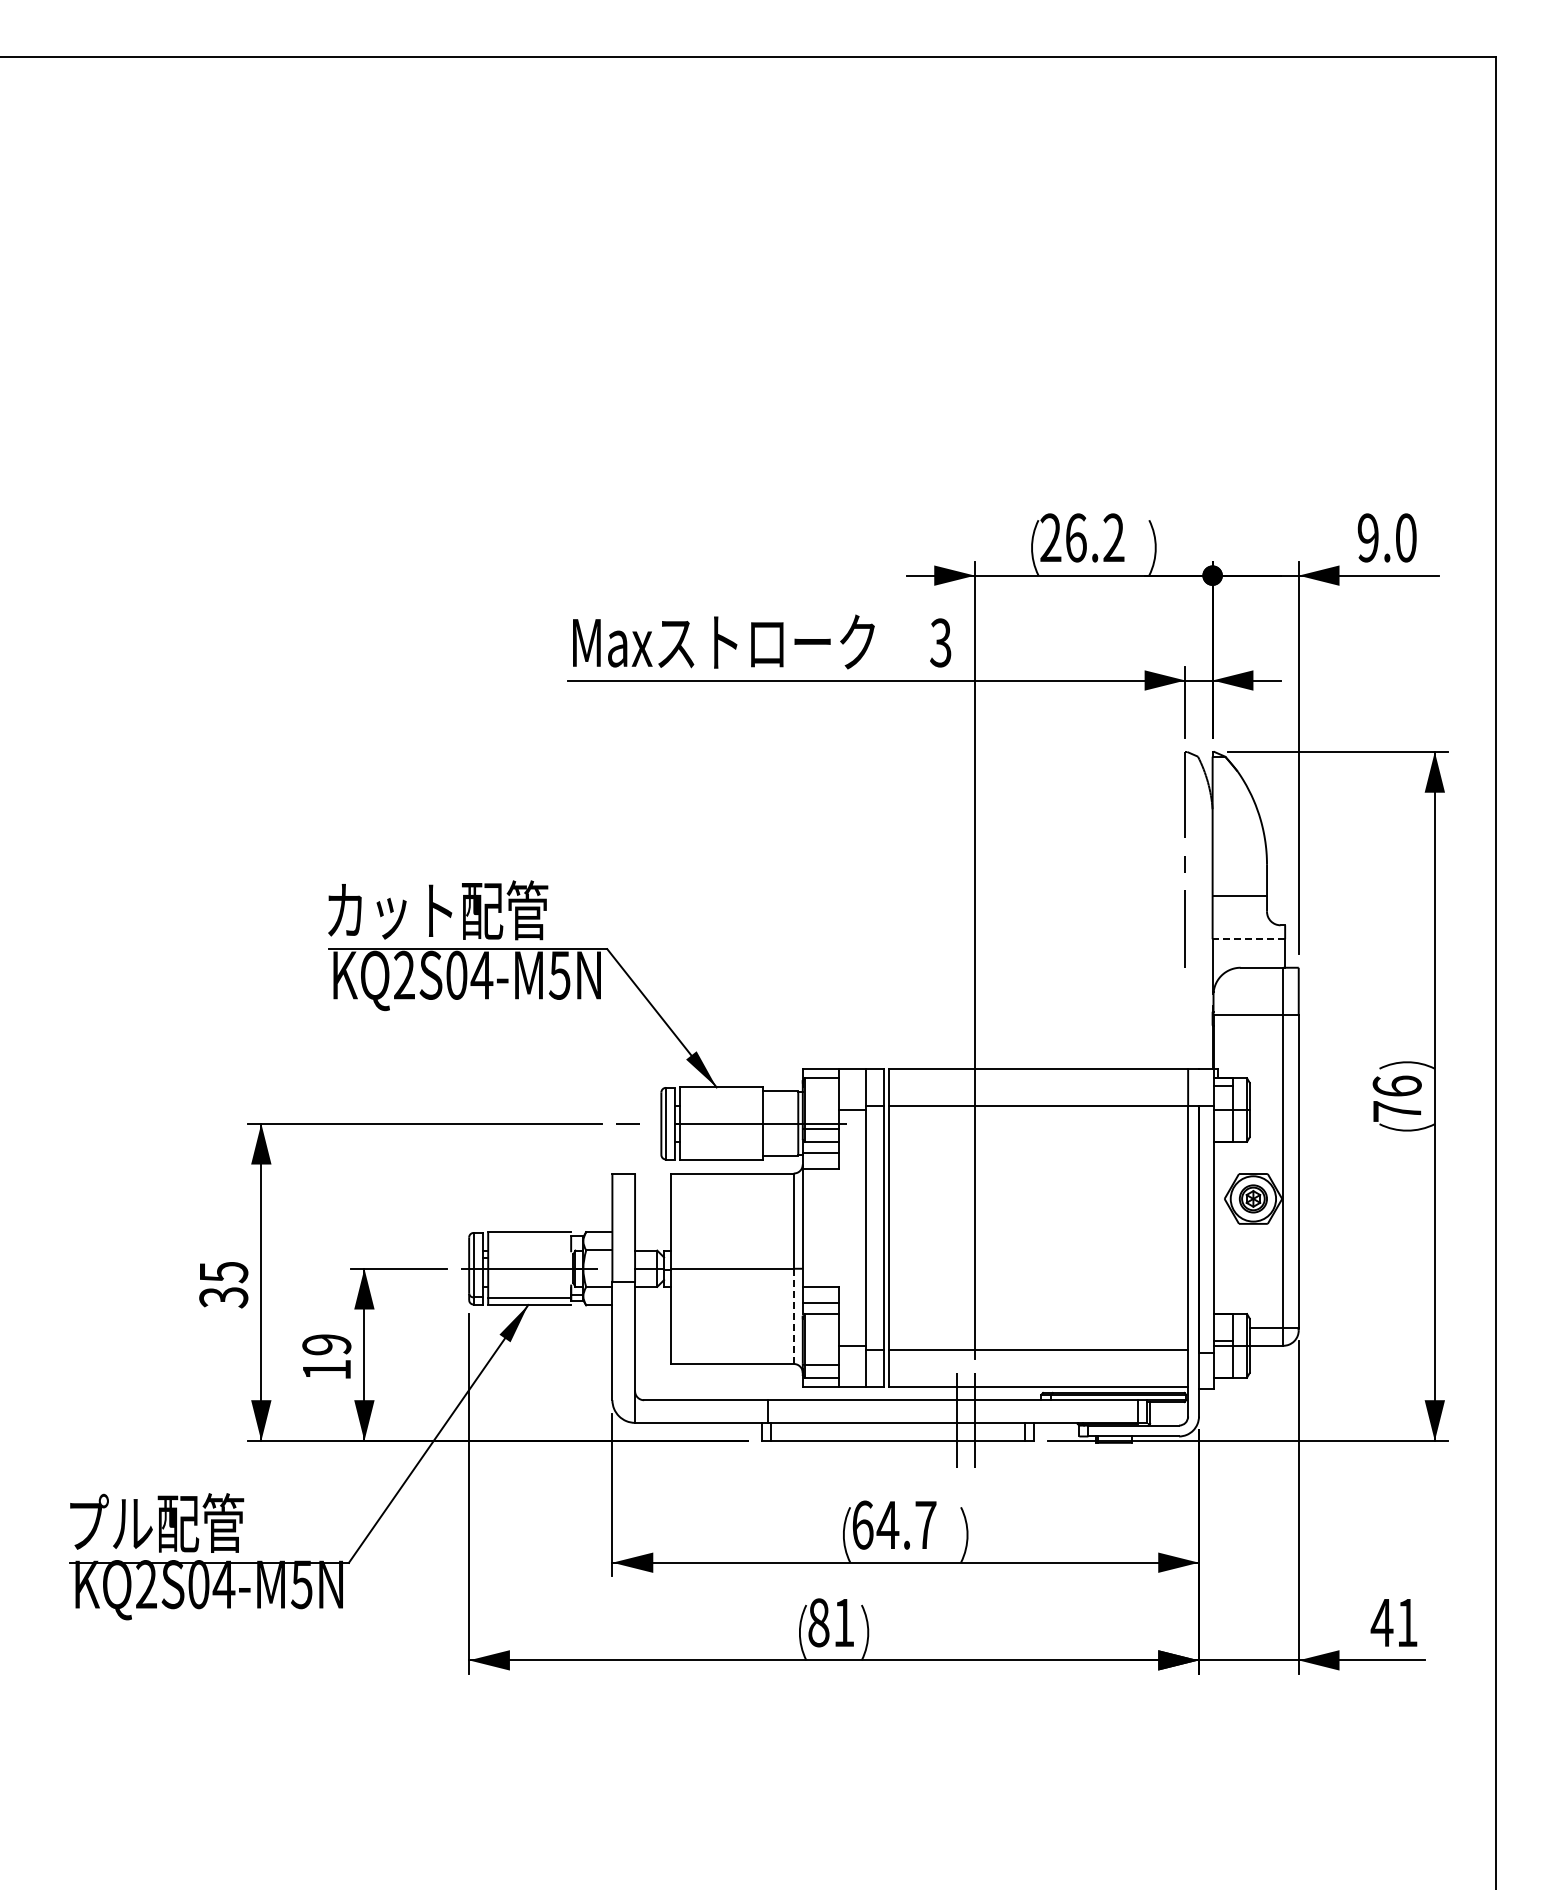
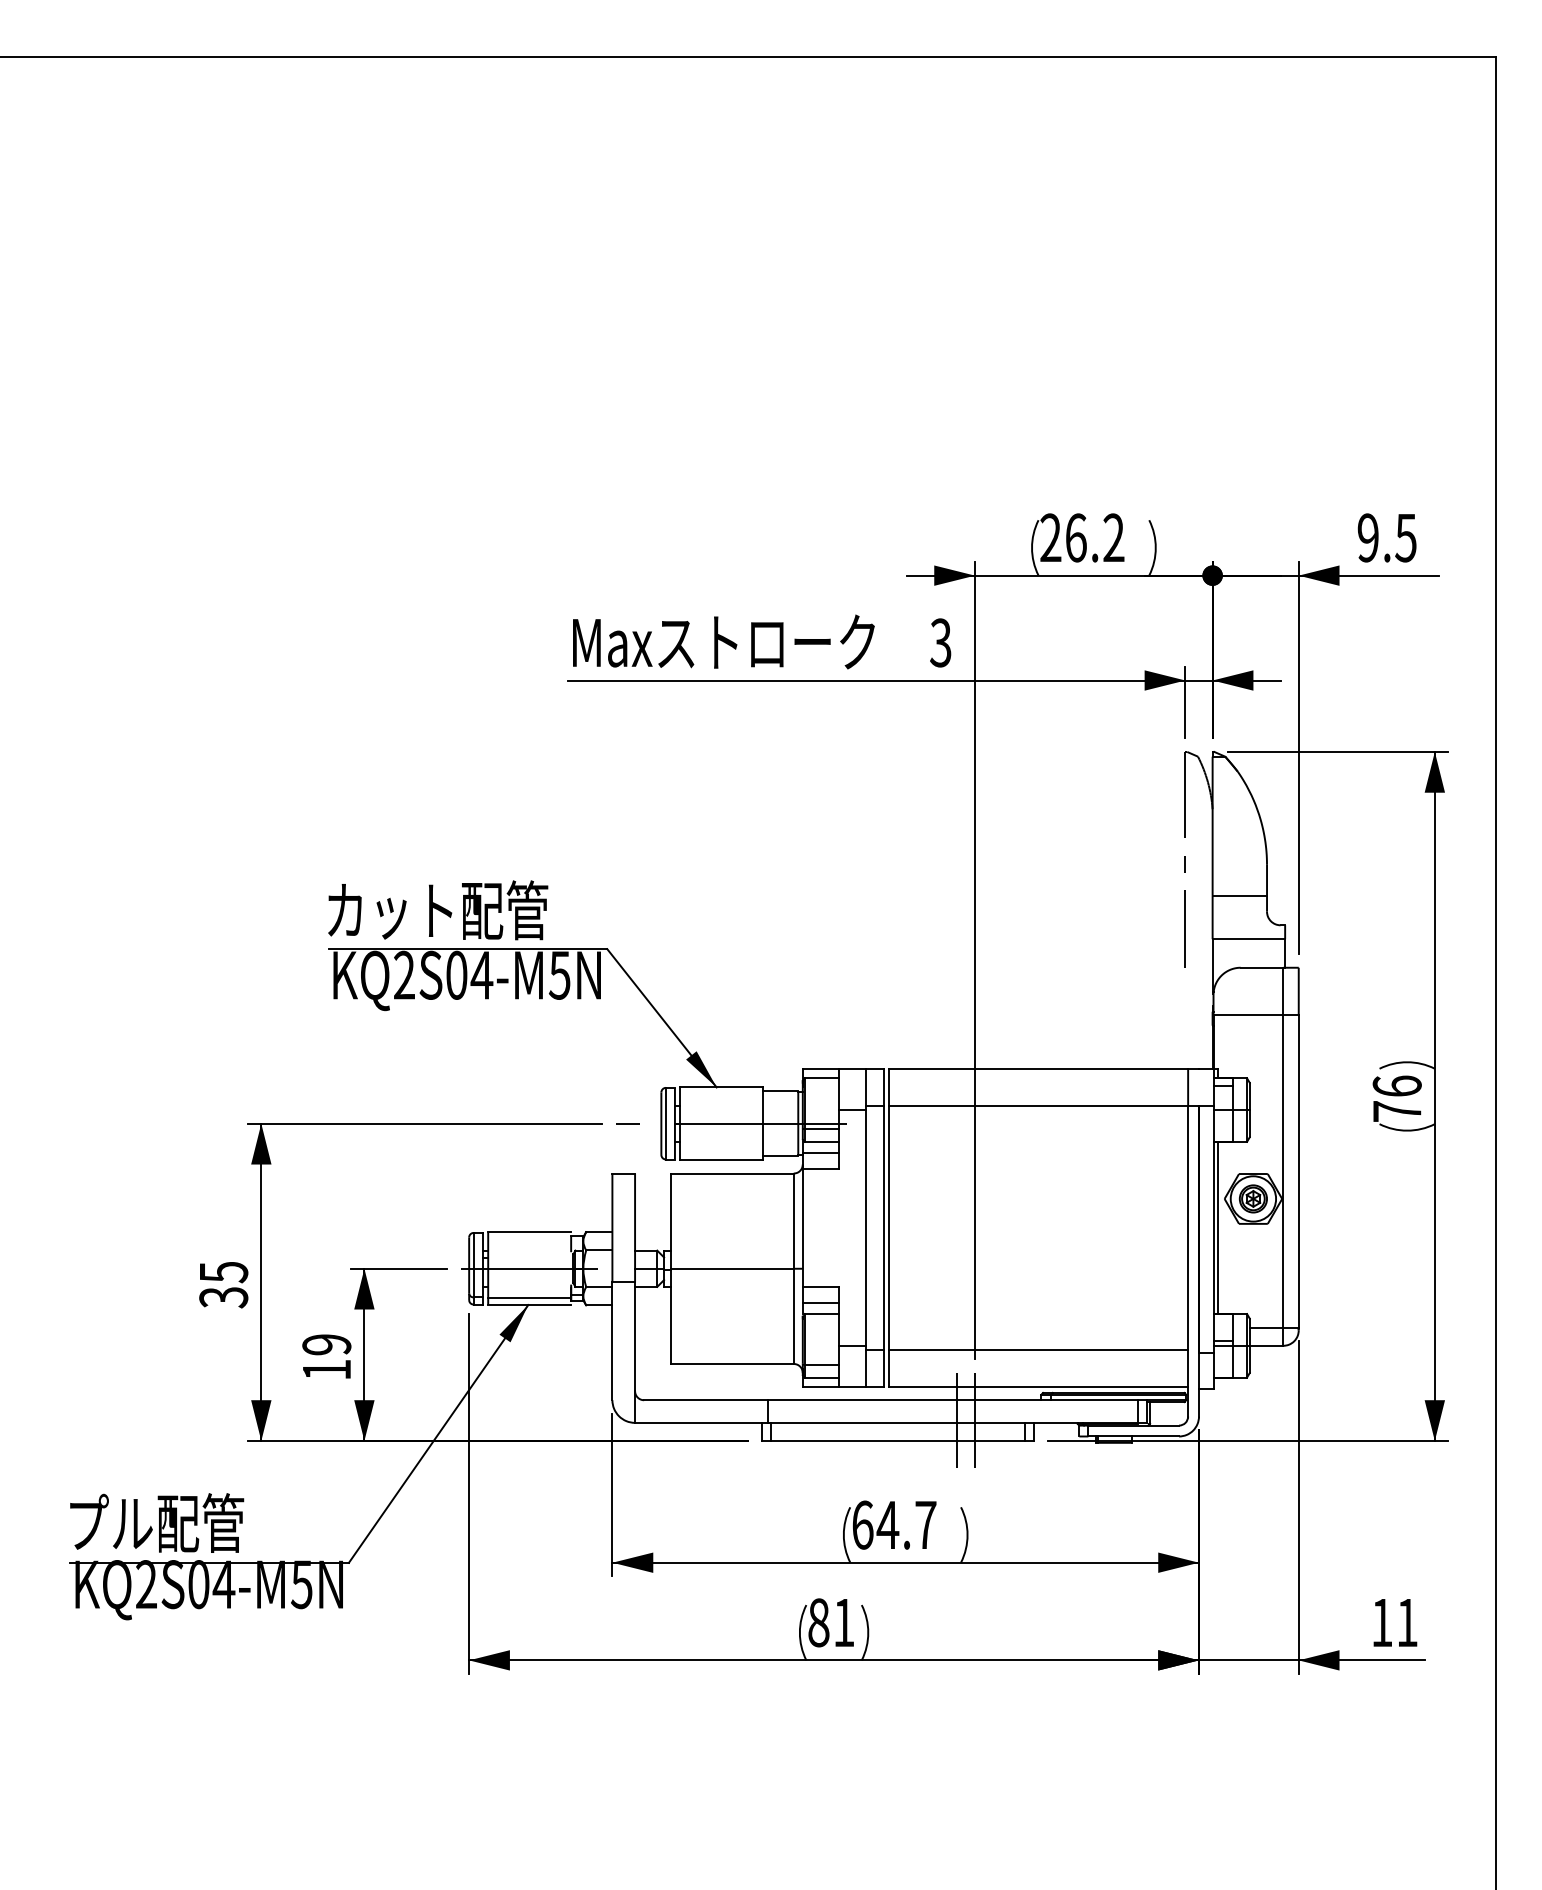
text at (1405, 537): 9.0 -> 9.5
line at (1248, 939): dashed -> solid
line at (1218, 1227): none -> present
line at (793, 1316): dashed -> solid
text at (1381, 1622): 41 -> 11
